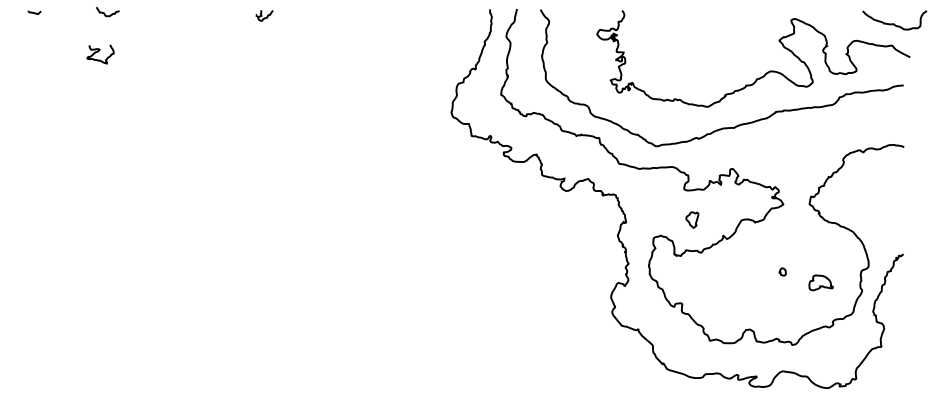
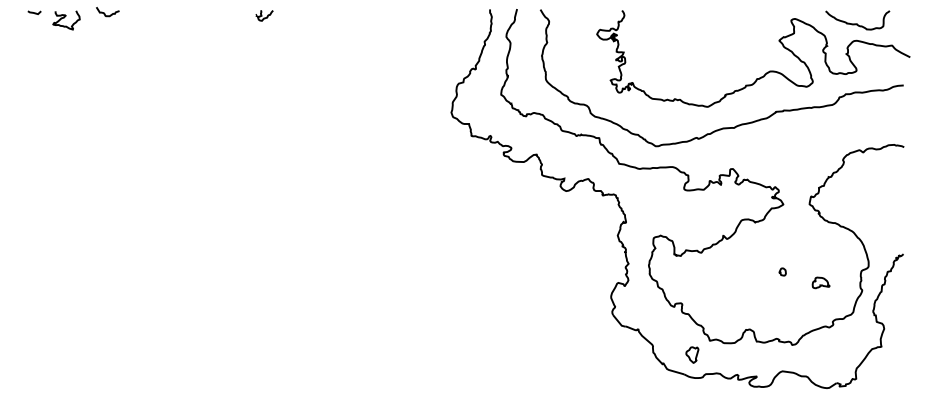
curve at (894, 23) position: (894, 23) -> (857, 23)
curve at (98, 52) position: (98, 52) -> (64, 18)
part at (692, 219) position: (692, 219) -> (692, 354)
part at (820, 282) size: 26x18 px -> 20x14 px
